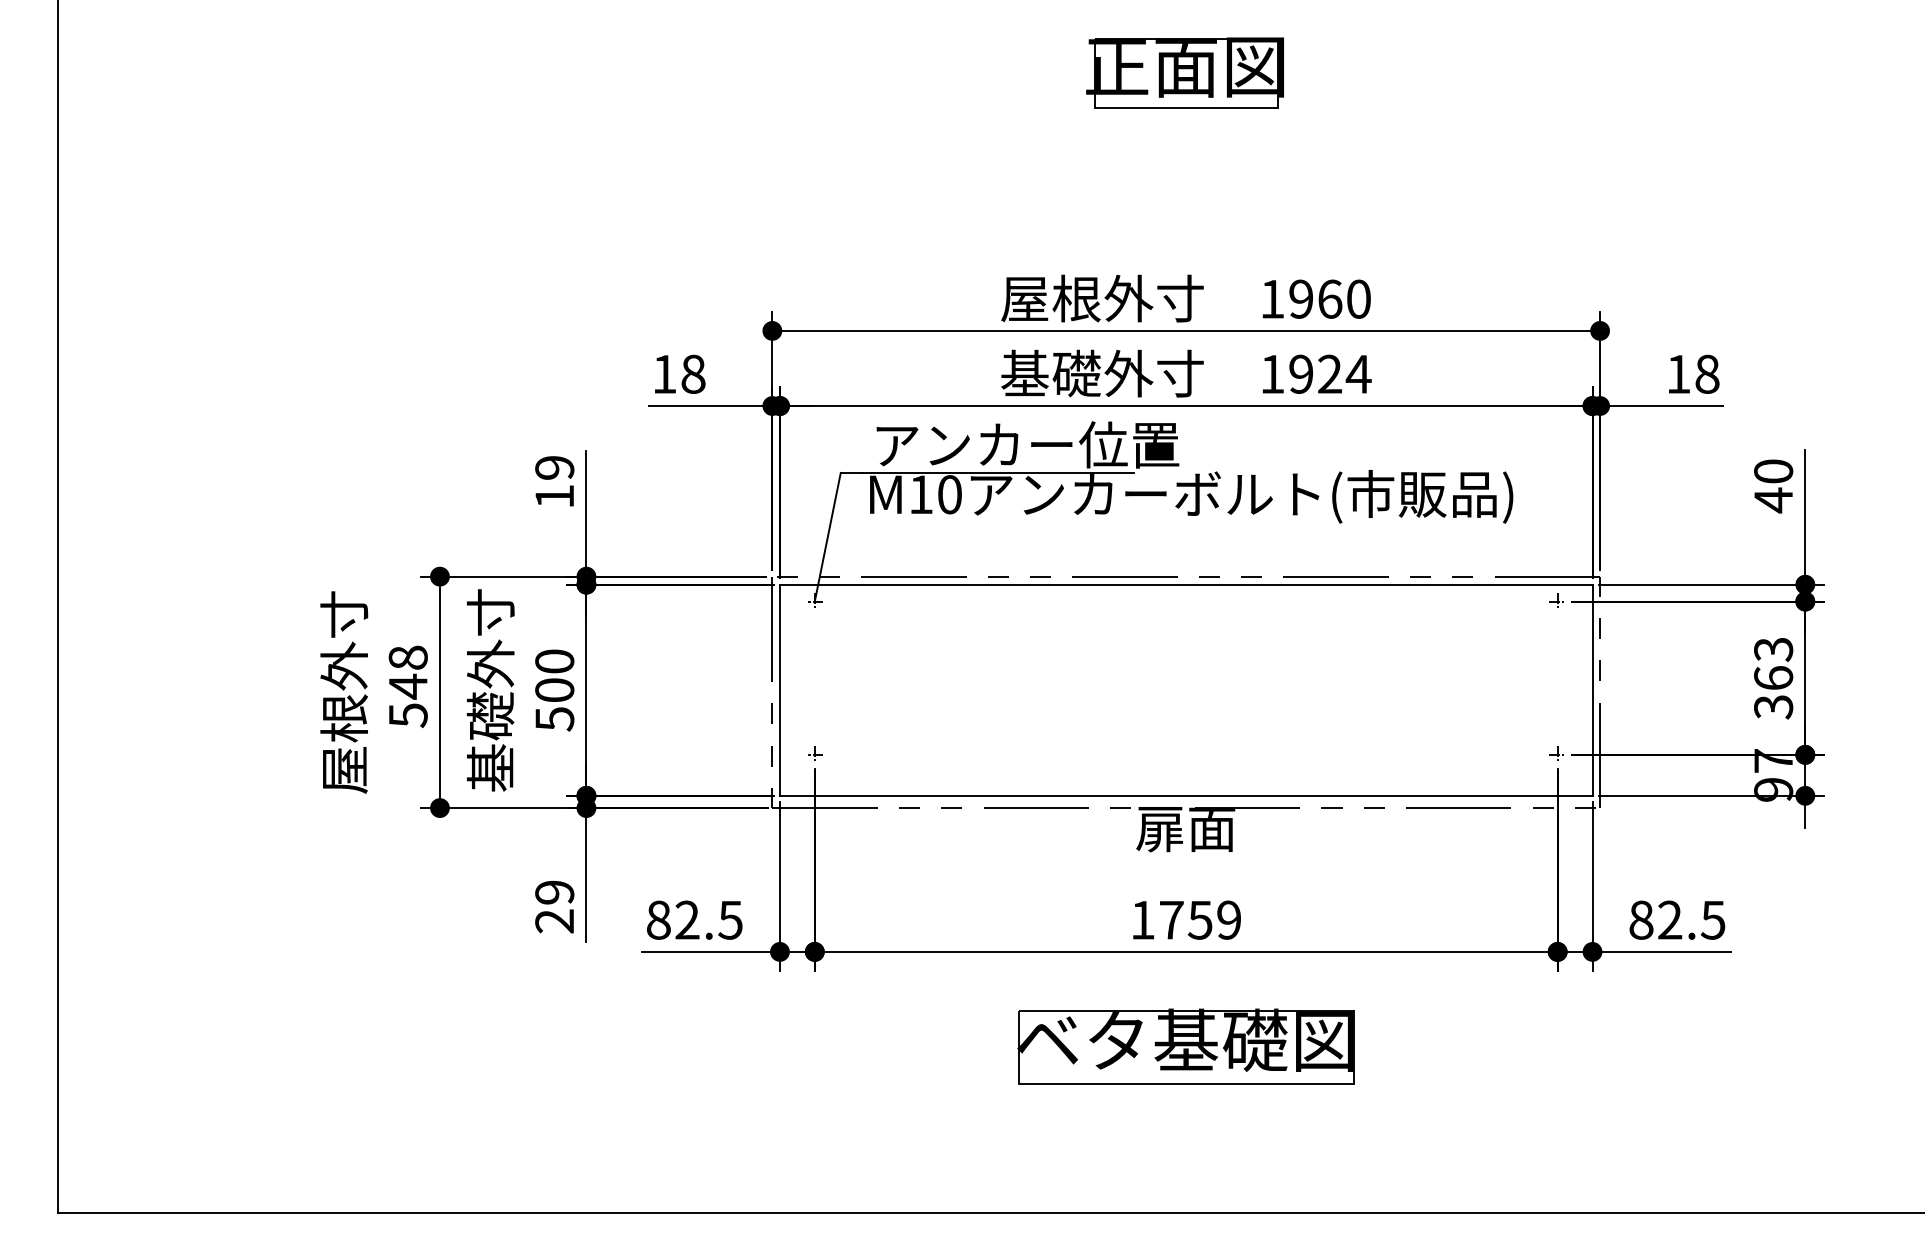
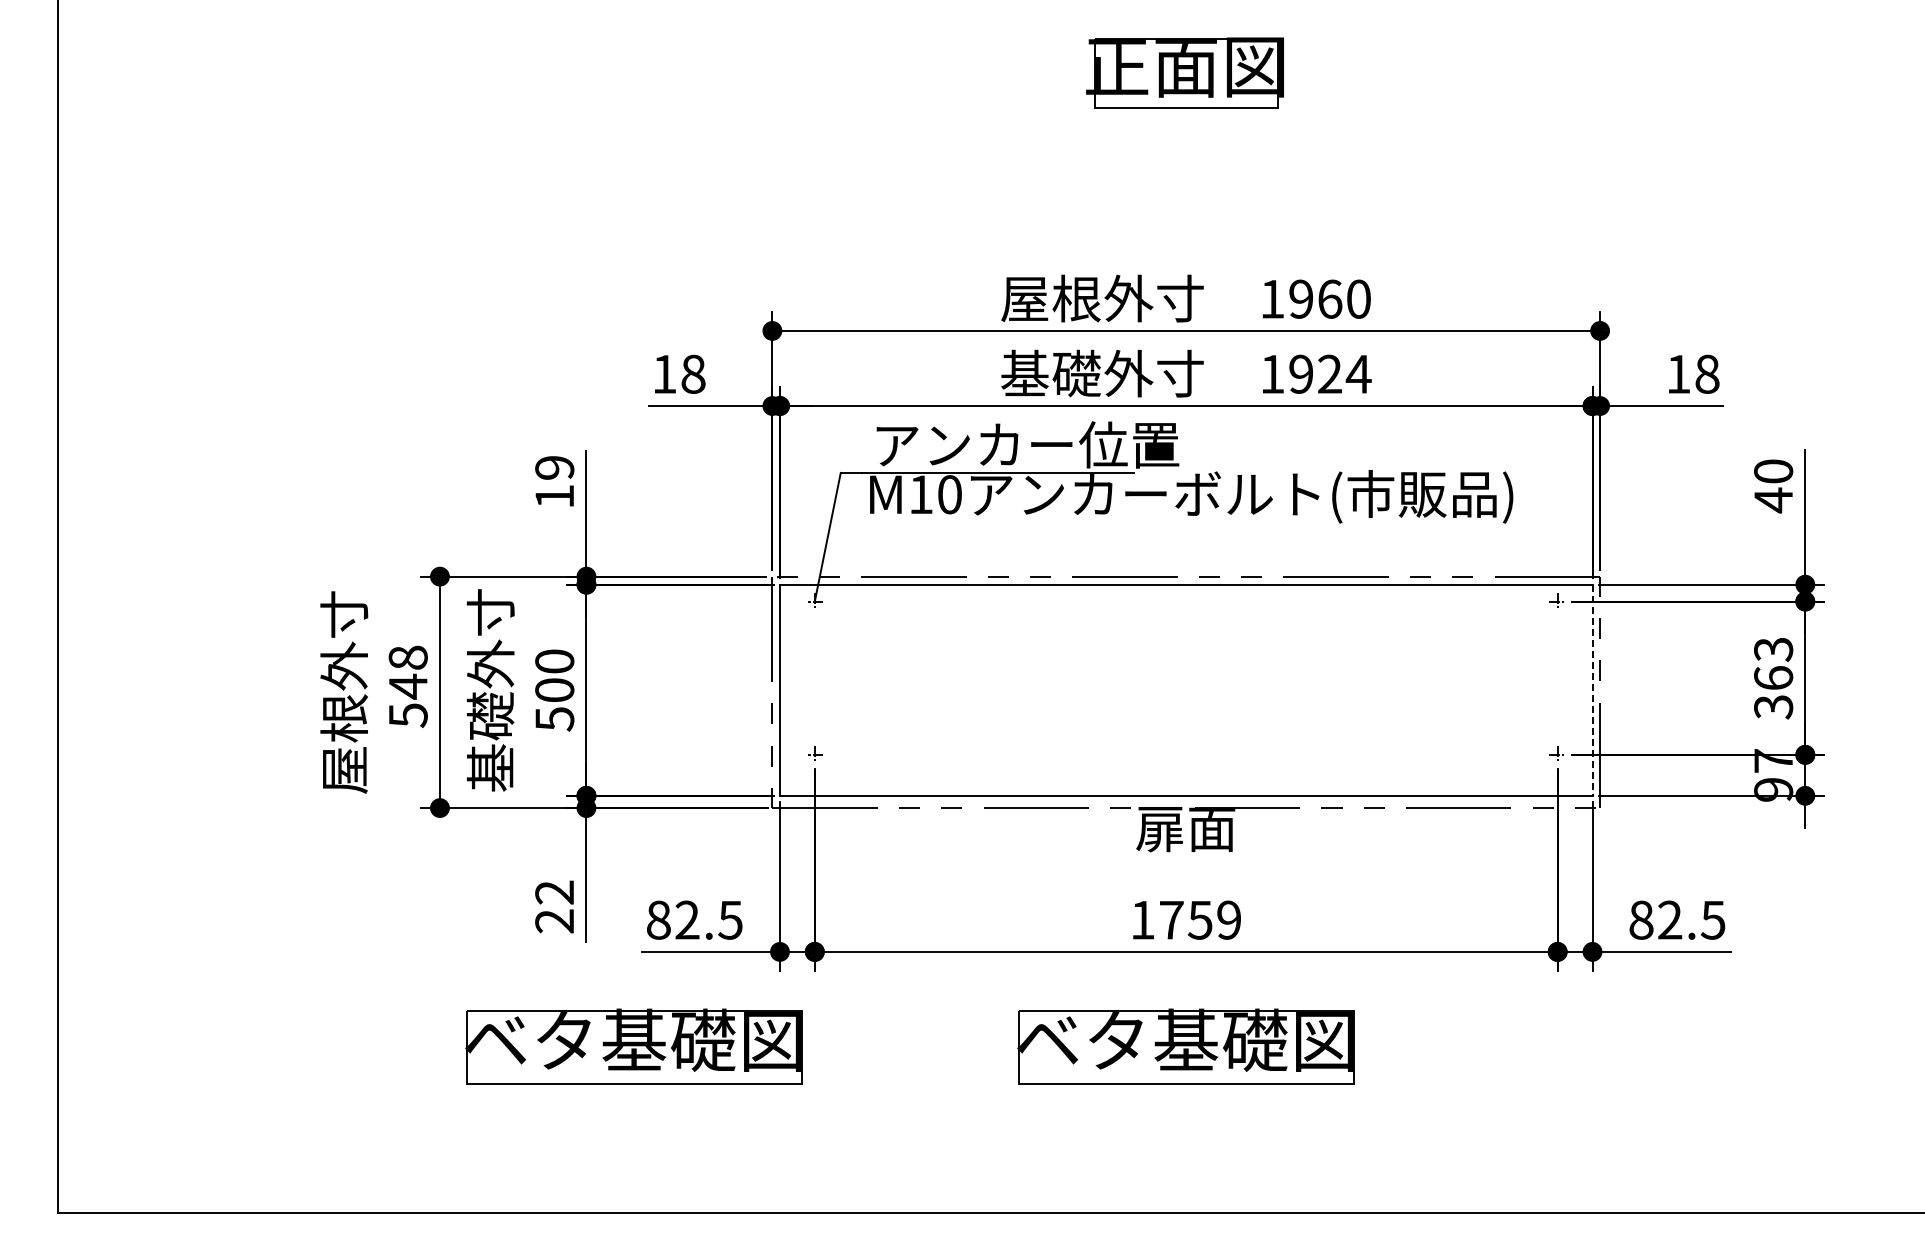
line at (1592, 690): solid -> dashed
text at (554, 892): 29 -> 22
part at (633, 1046): none -> present
